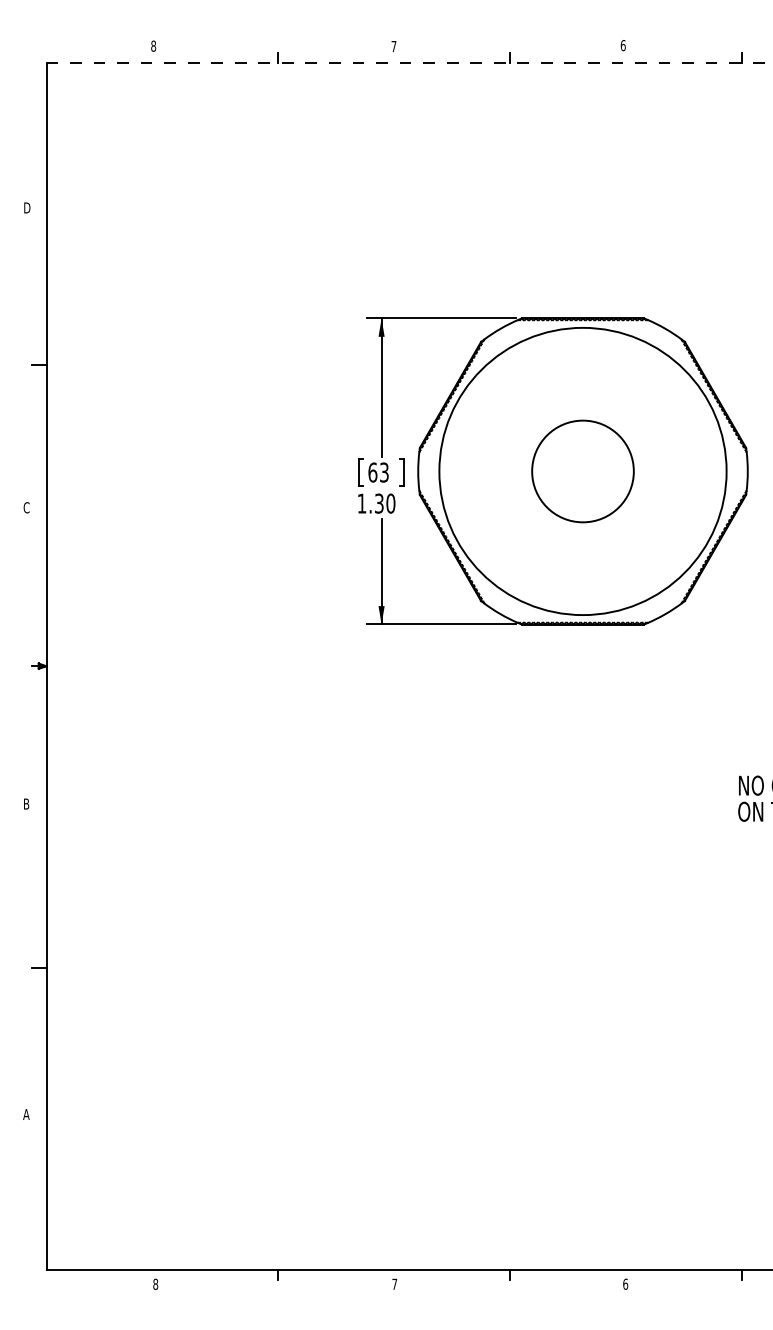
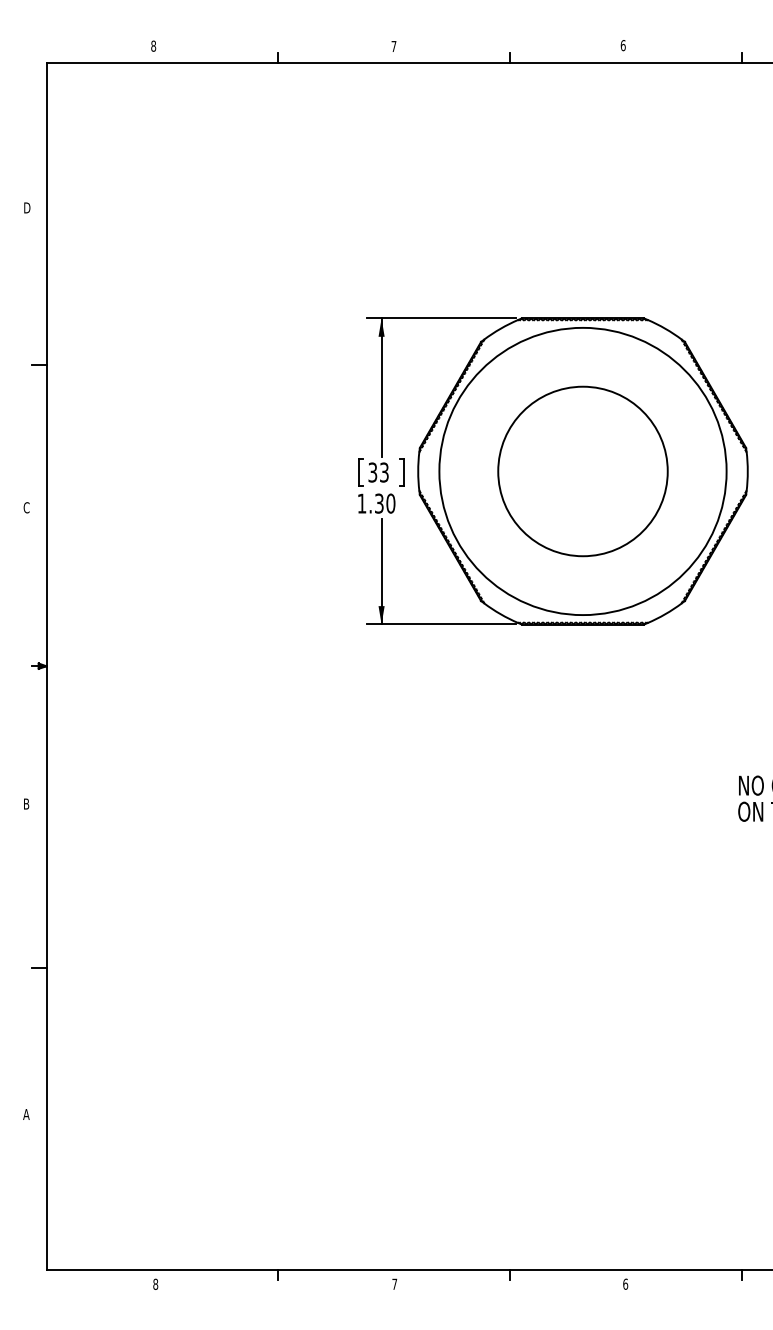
line at (409, 63): dashed -> solid
circle at (582, 471) size: 104x105 px -> 172x173 px
text at (372, 472): 63 -> 33
